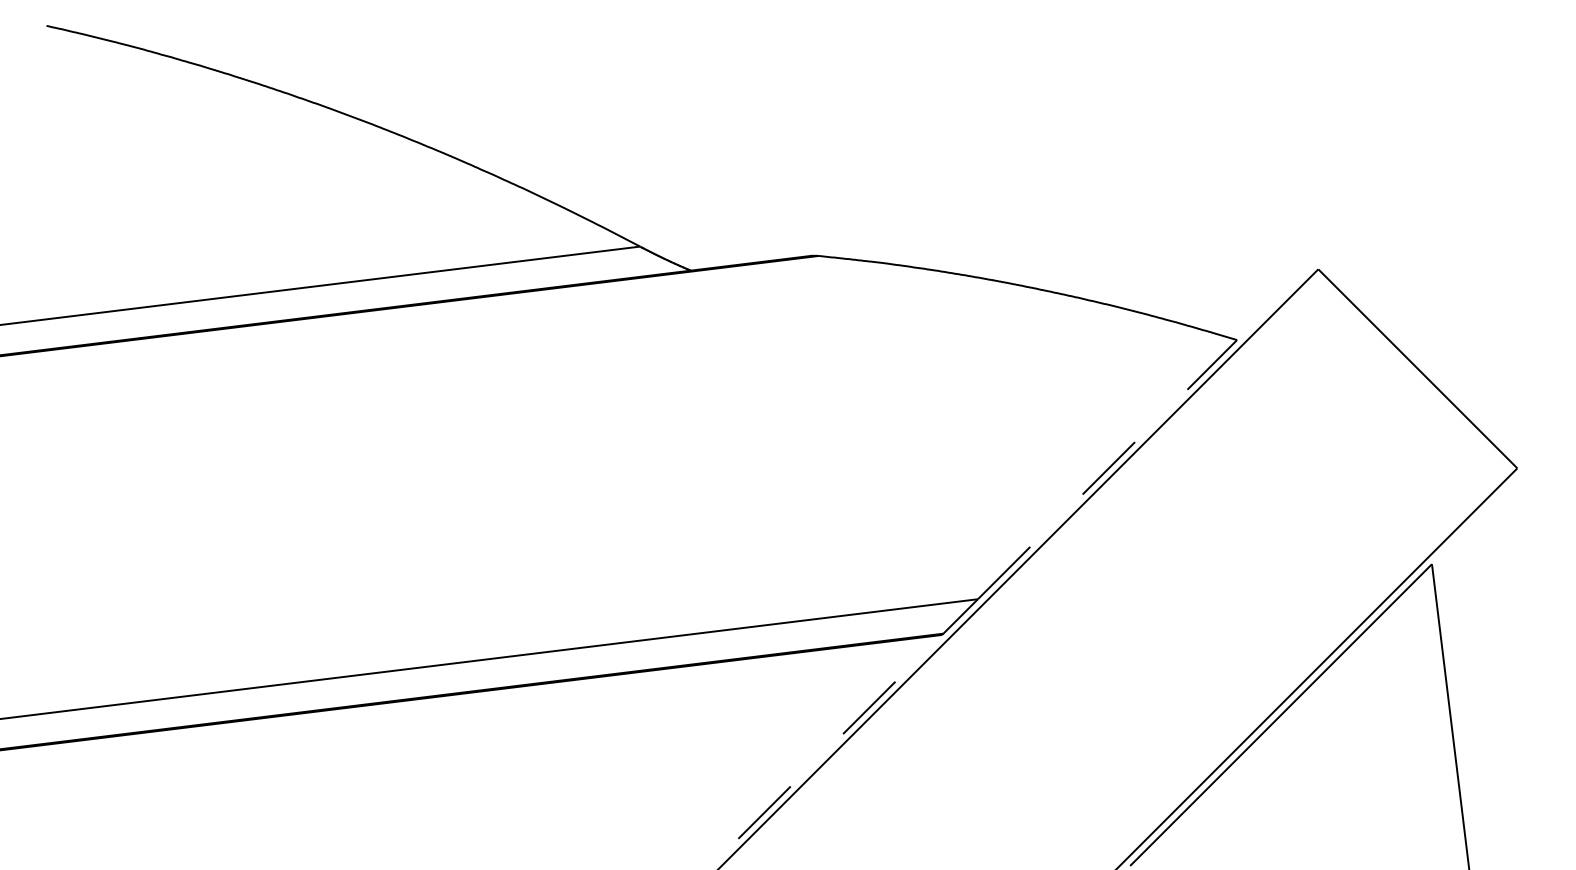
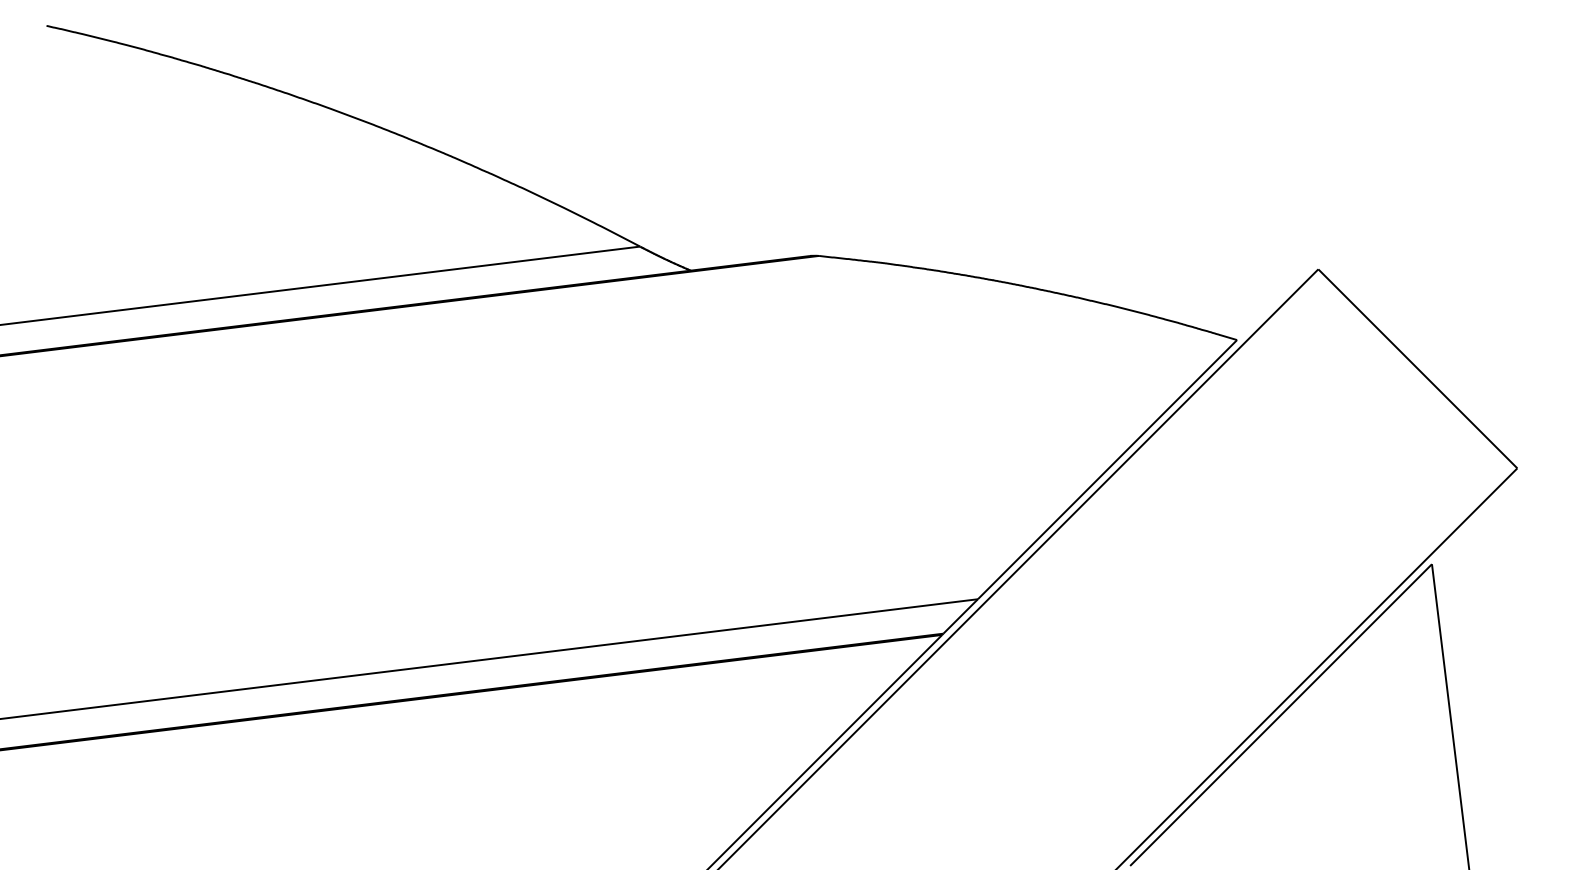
line at (1107, 469): dashed -> solid
line at (824, 752): dashed -> solid
